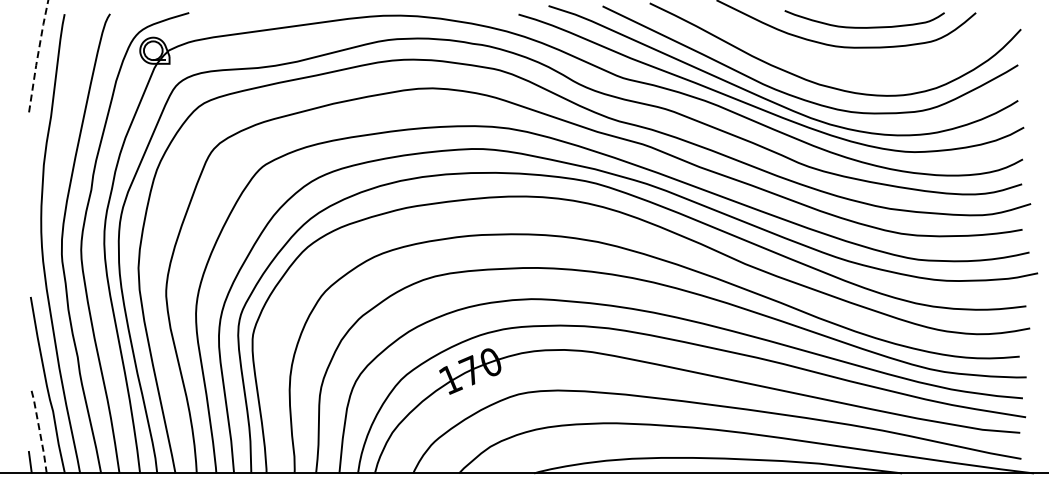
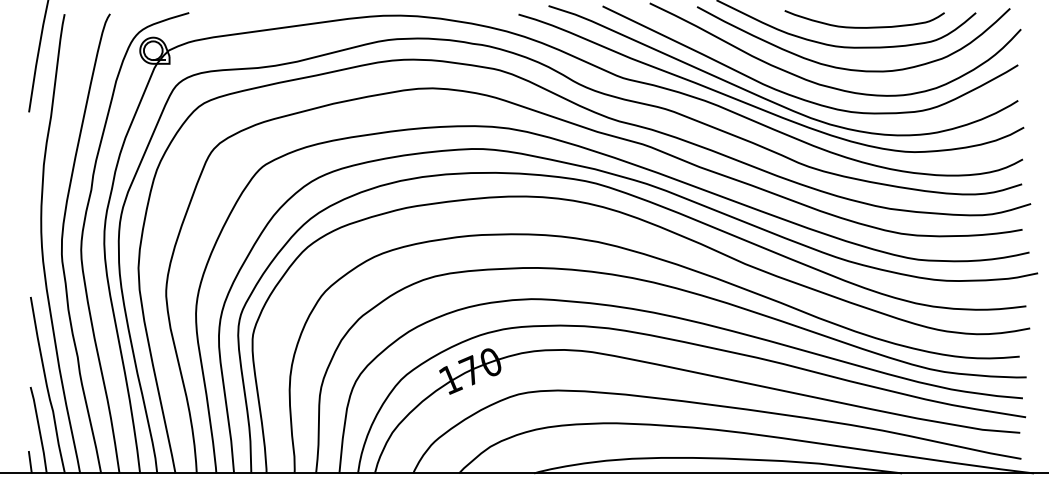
line at (37, 55): dashed -> solid
curve at (849, 68): none -> present
line at (39, 429): dashed -> solid
